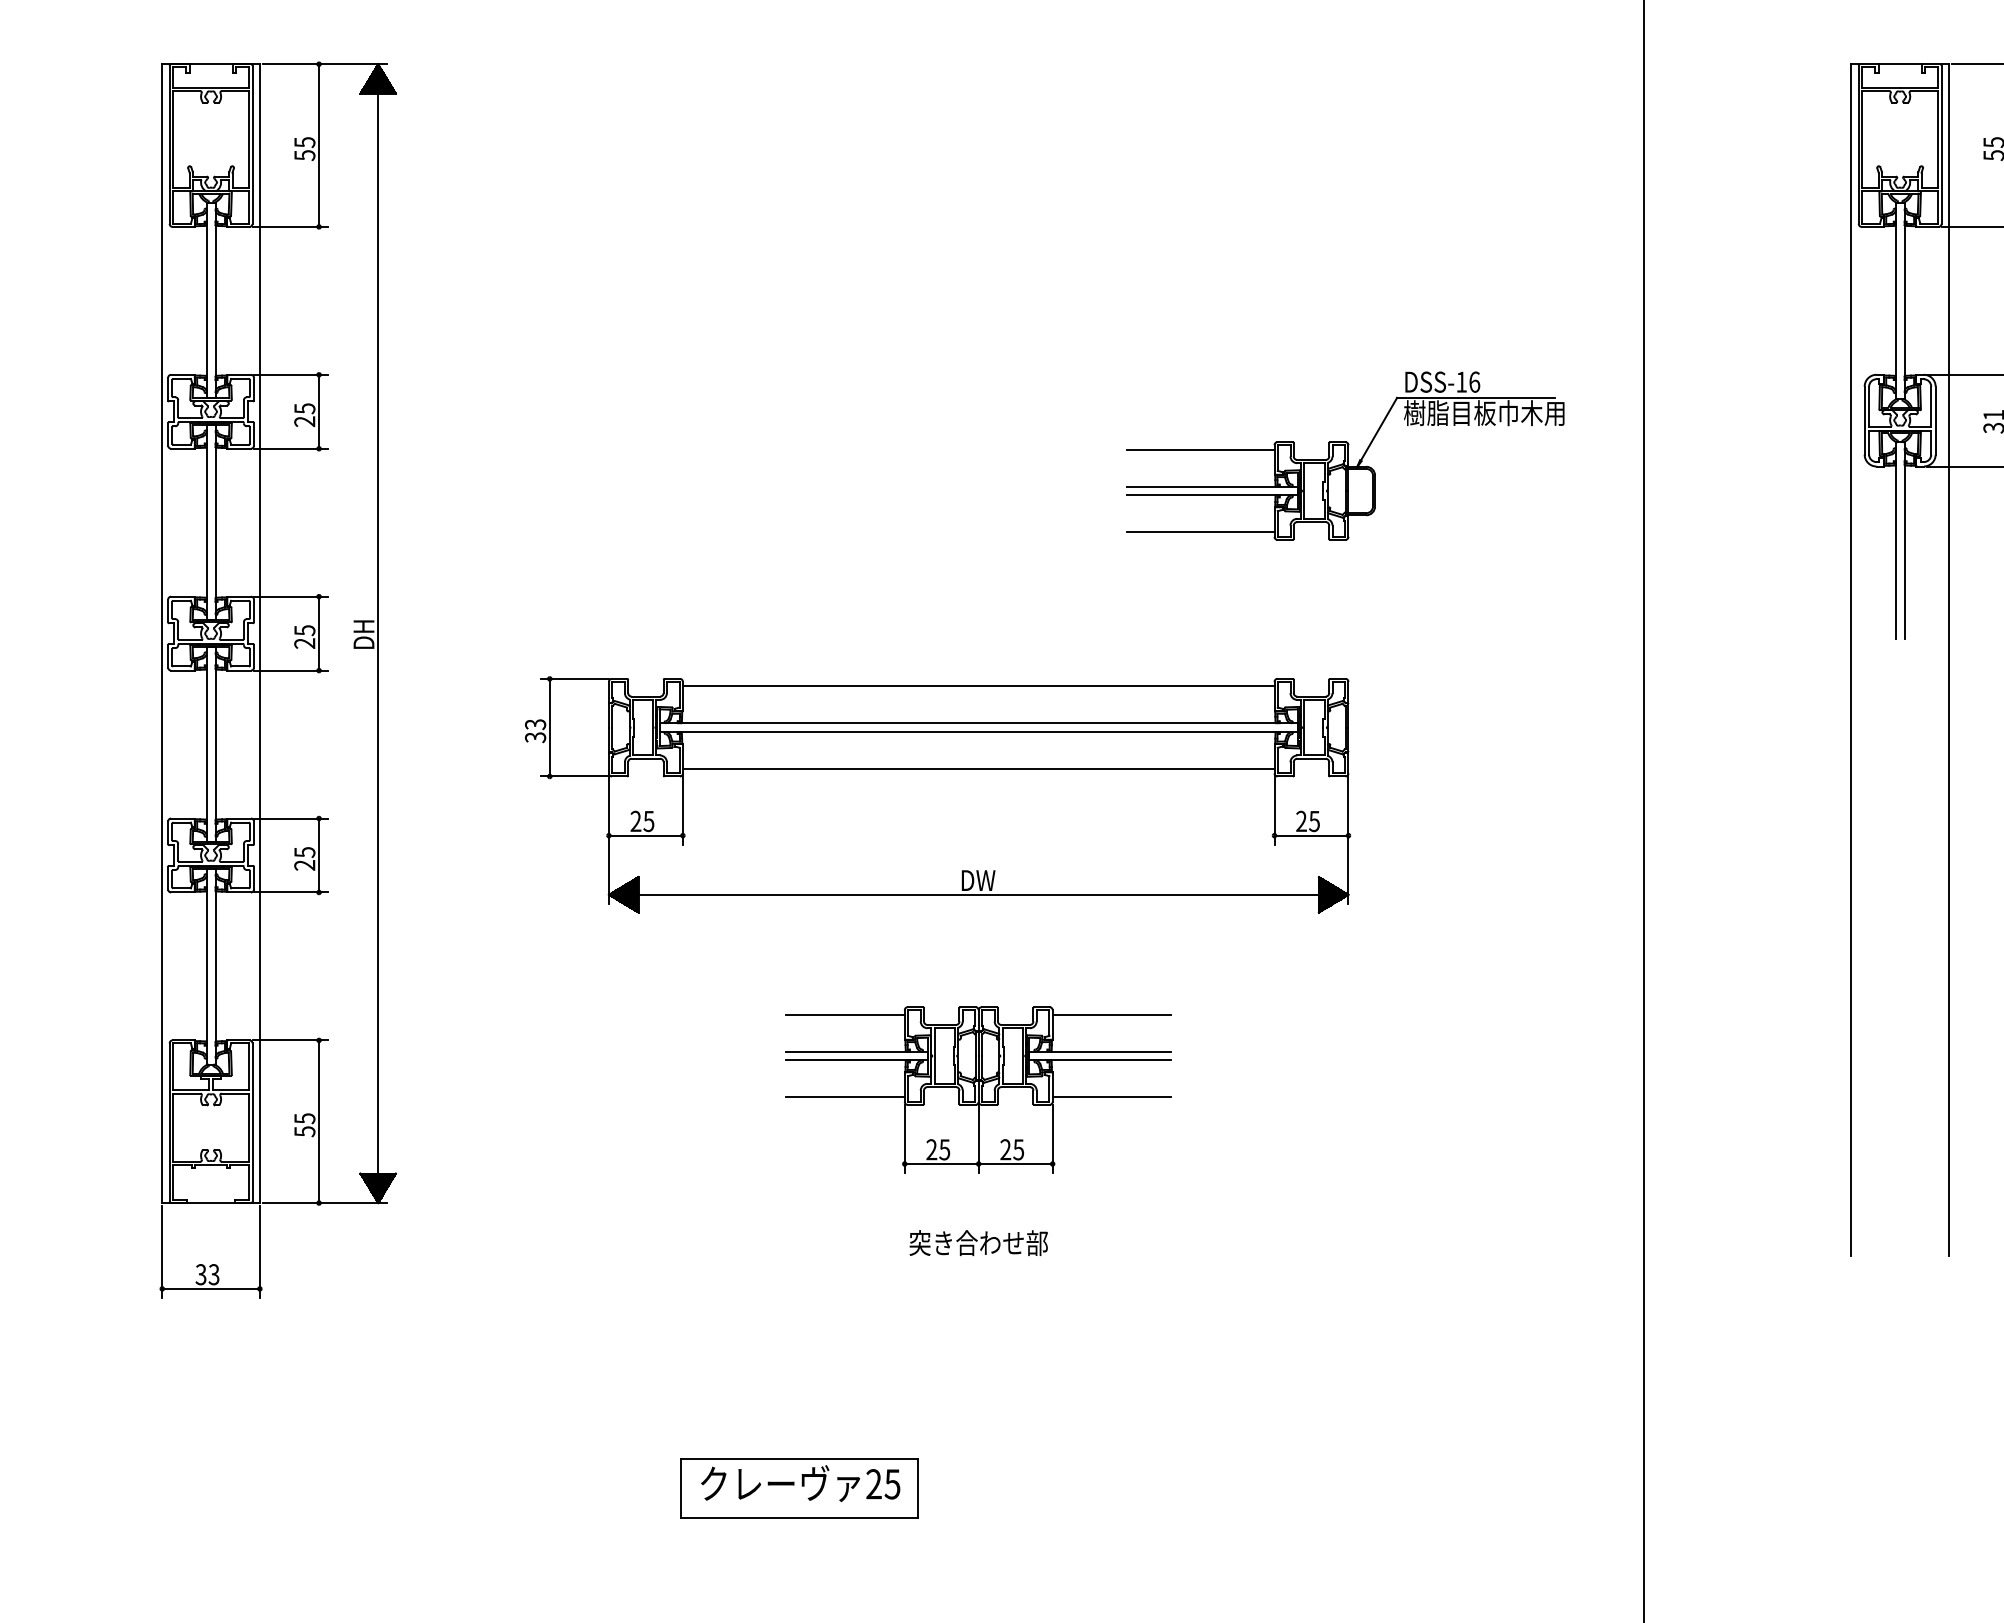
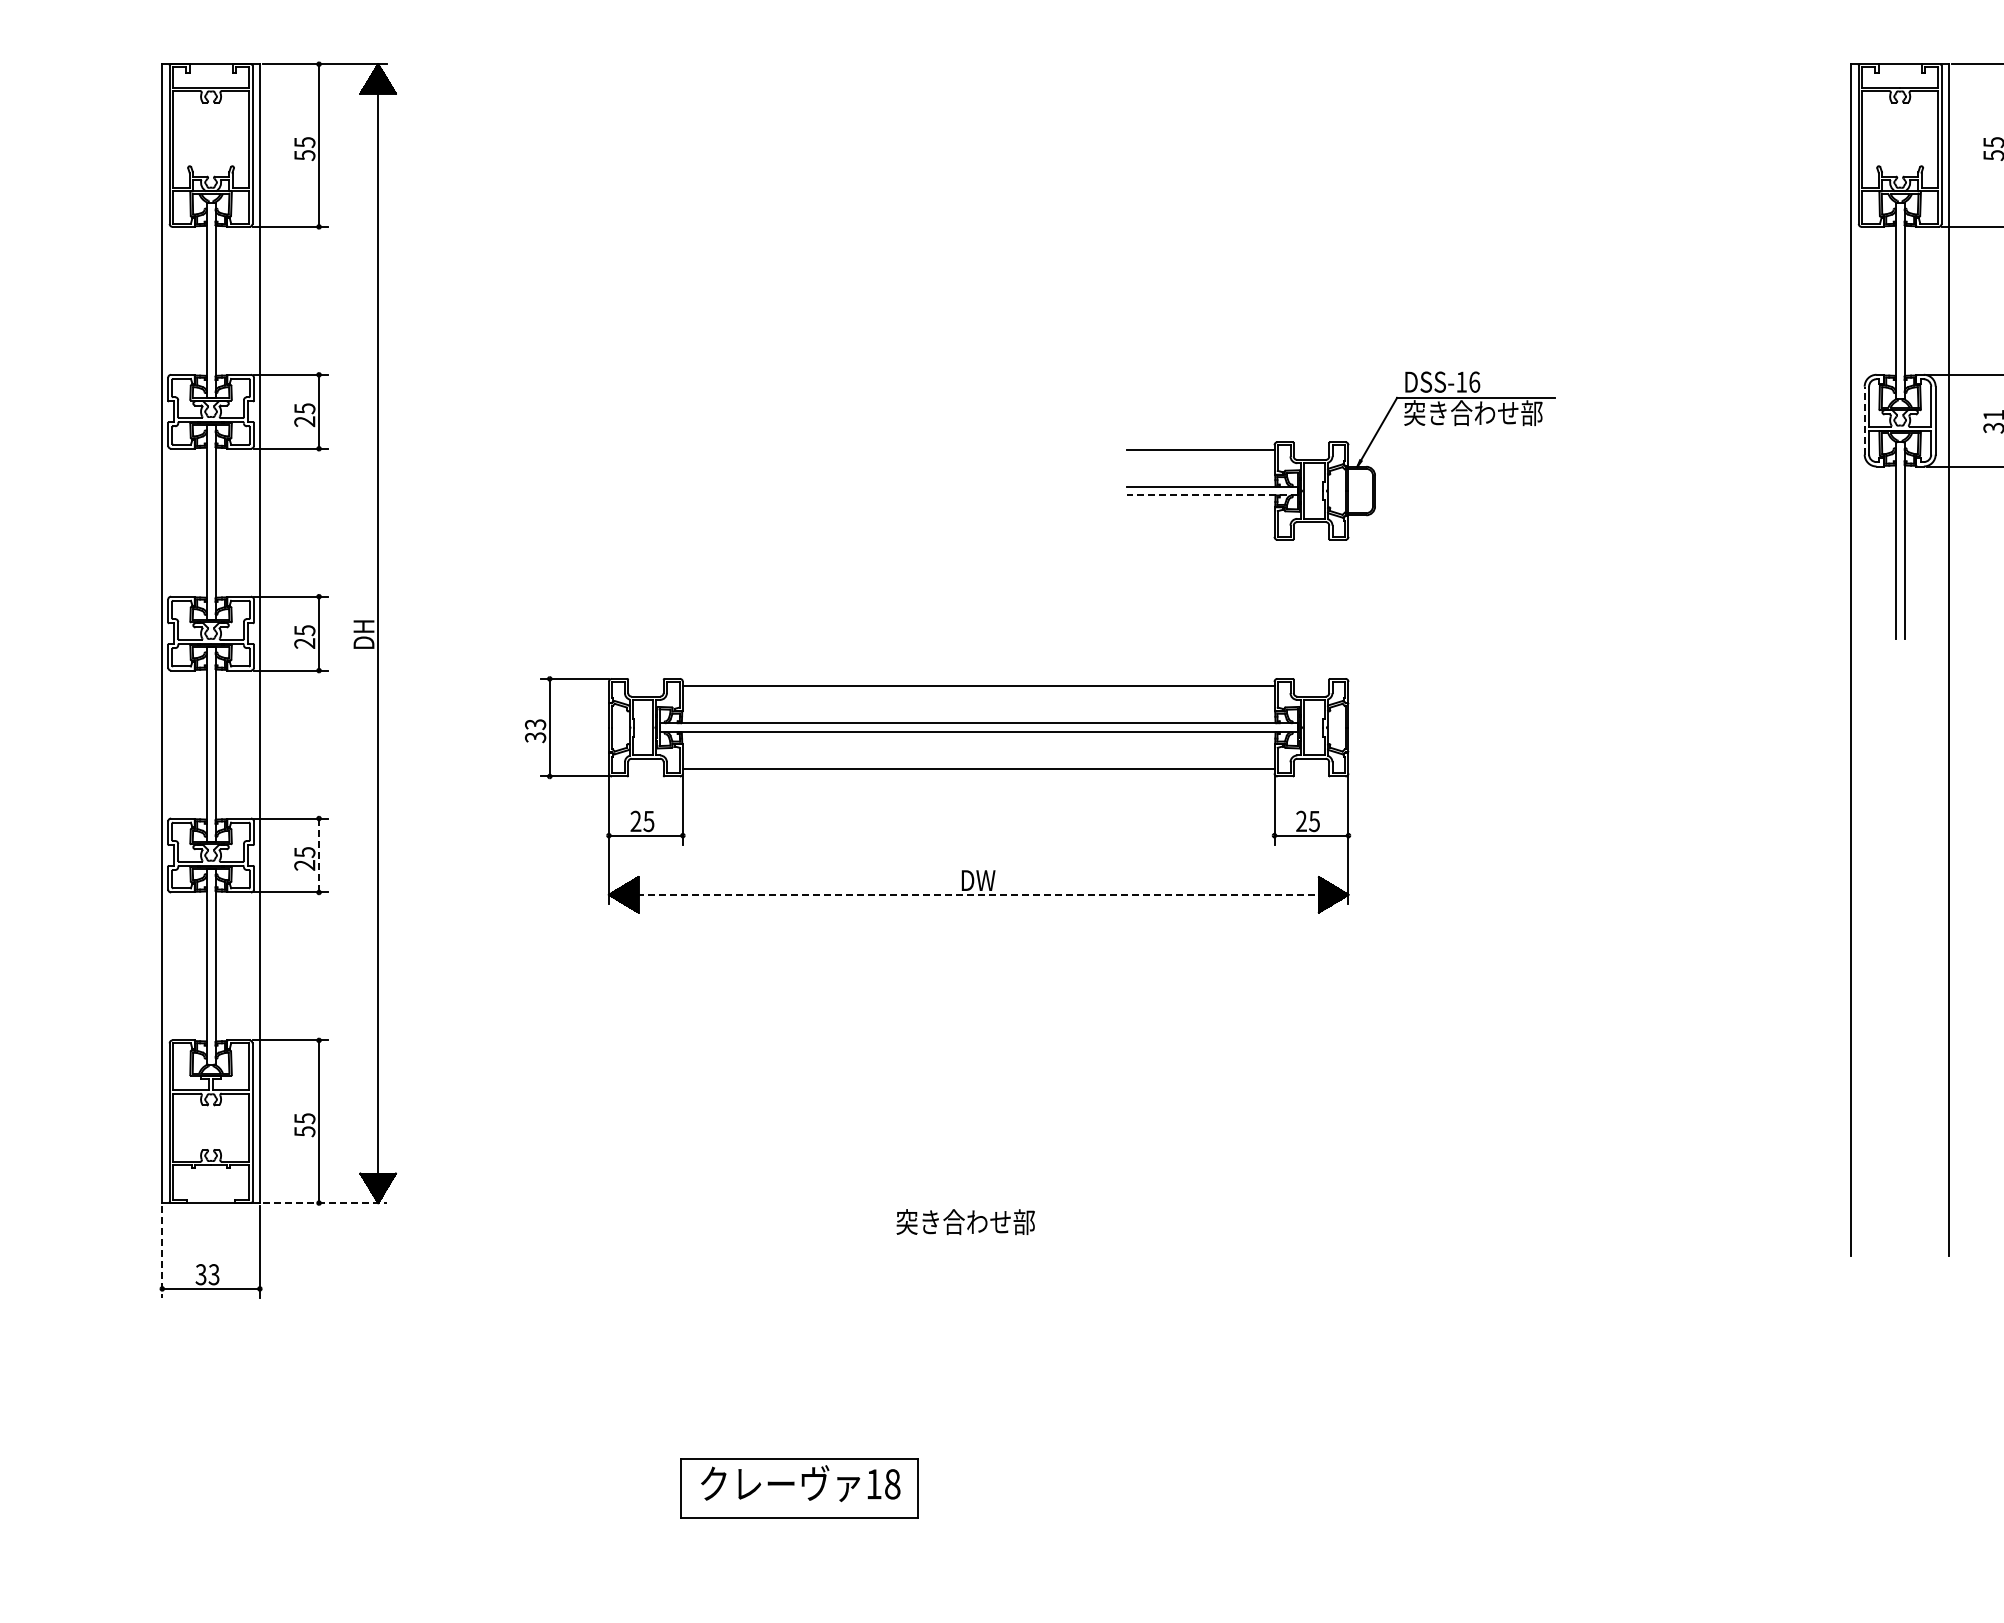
text at (1484, 413): 樹脂目板巾木用 -> 突き合わせ部
line at (1864, 420): solid -> dashed
line at (1212, 495): solid -> dashed
line at (1200, 532): present -> none
line at (1644, 810): present -> none
line at (319, 855): solid -> dashed
line at (978, 894): solid -> dashed
part at (978, 1089): present -> none
line at (325, 1203): solid -> dashed
text at (978, 1242) position: (978, 1242) -> (965, 1221)
line at (162, 1251): solid -> dashed
text at (883, 1484): 25 -> 18
